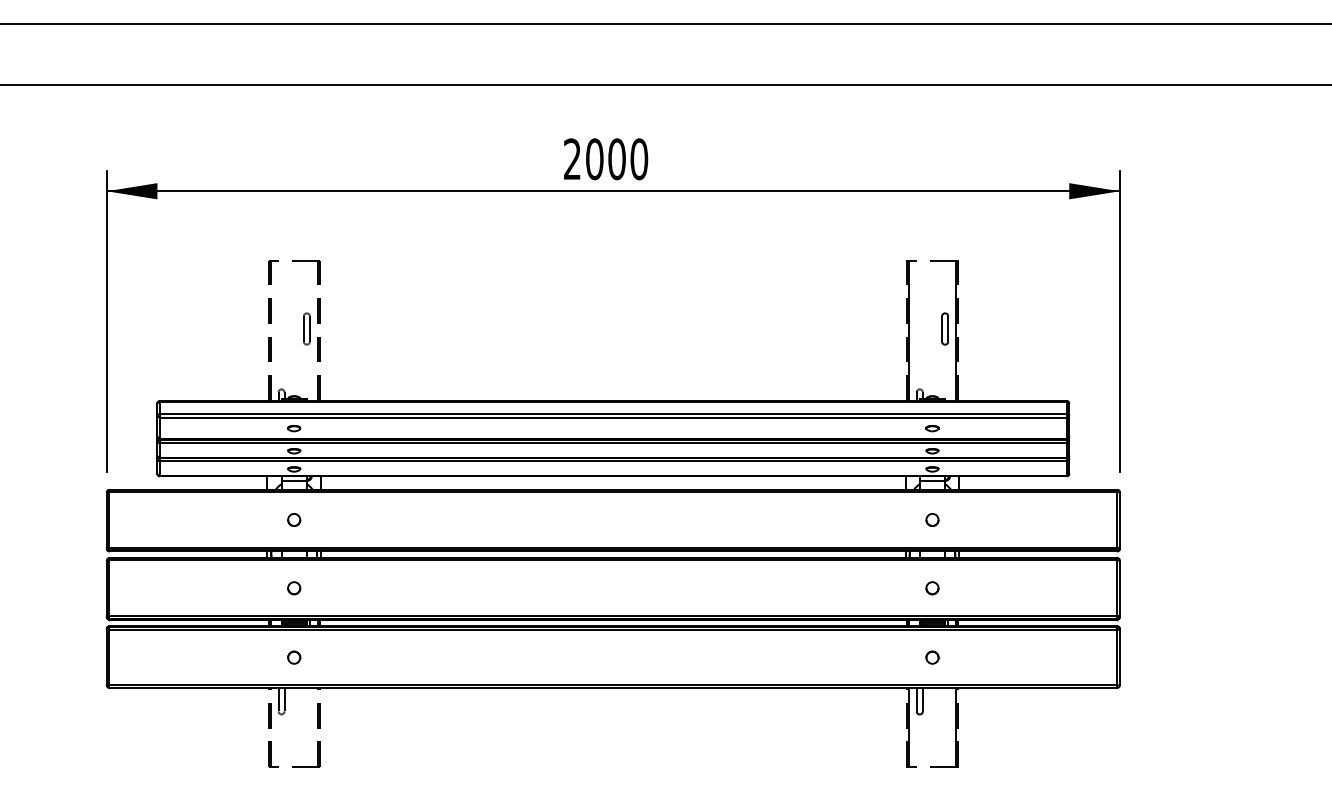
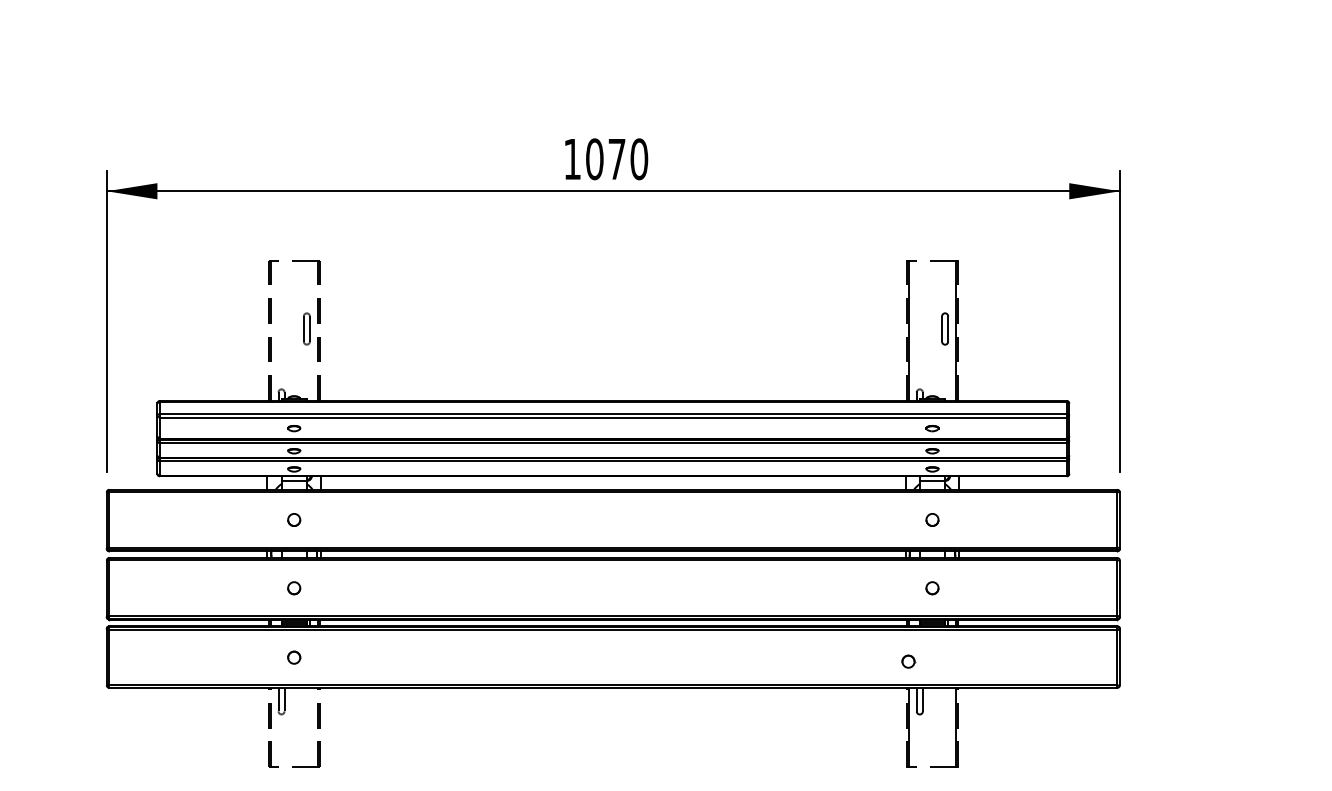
line at (665, 23): present -> none
line at (665, 84): present -> none
text at (594, 159): 2000 -> 1070
part at (932, 657) position: (932, 657) -> (908, 661)
